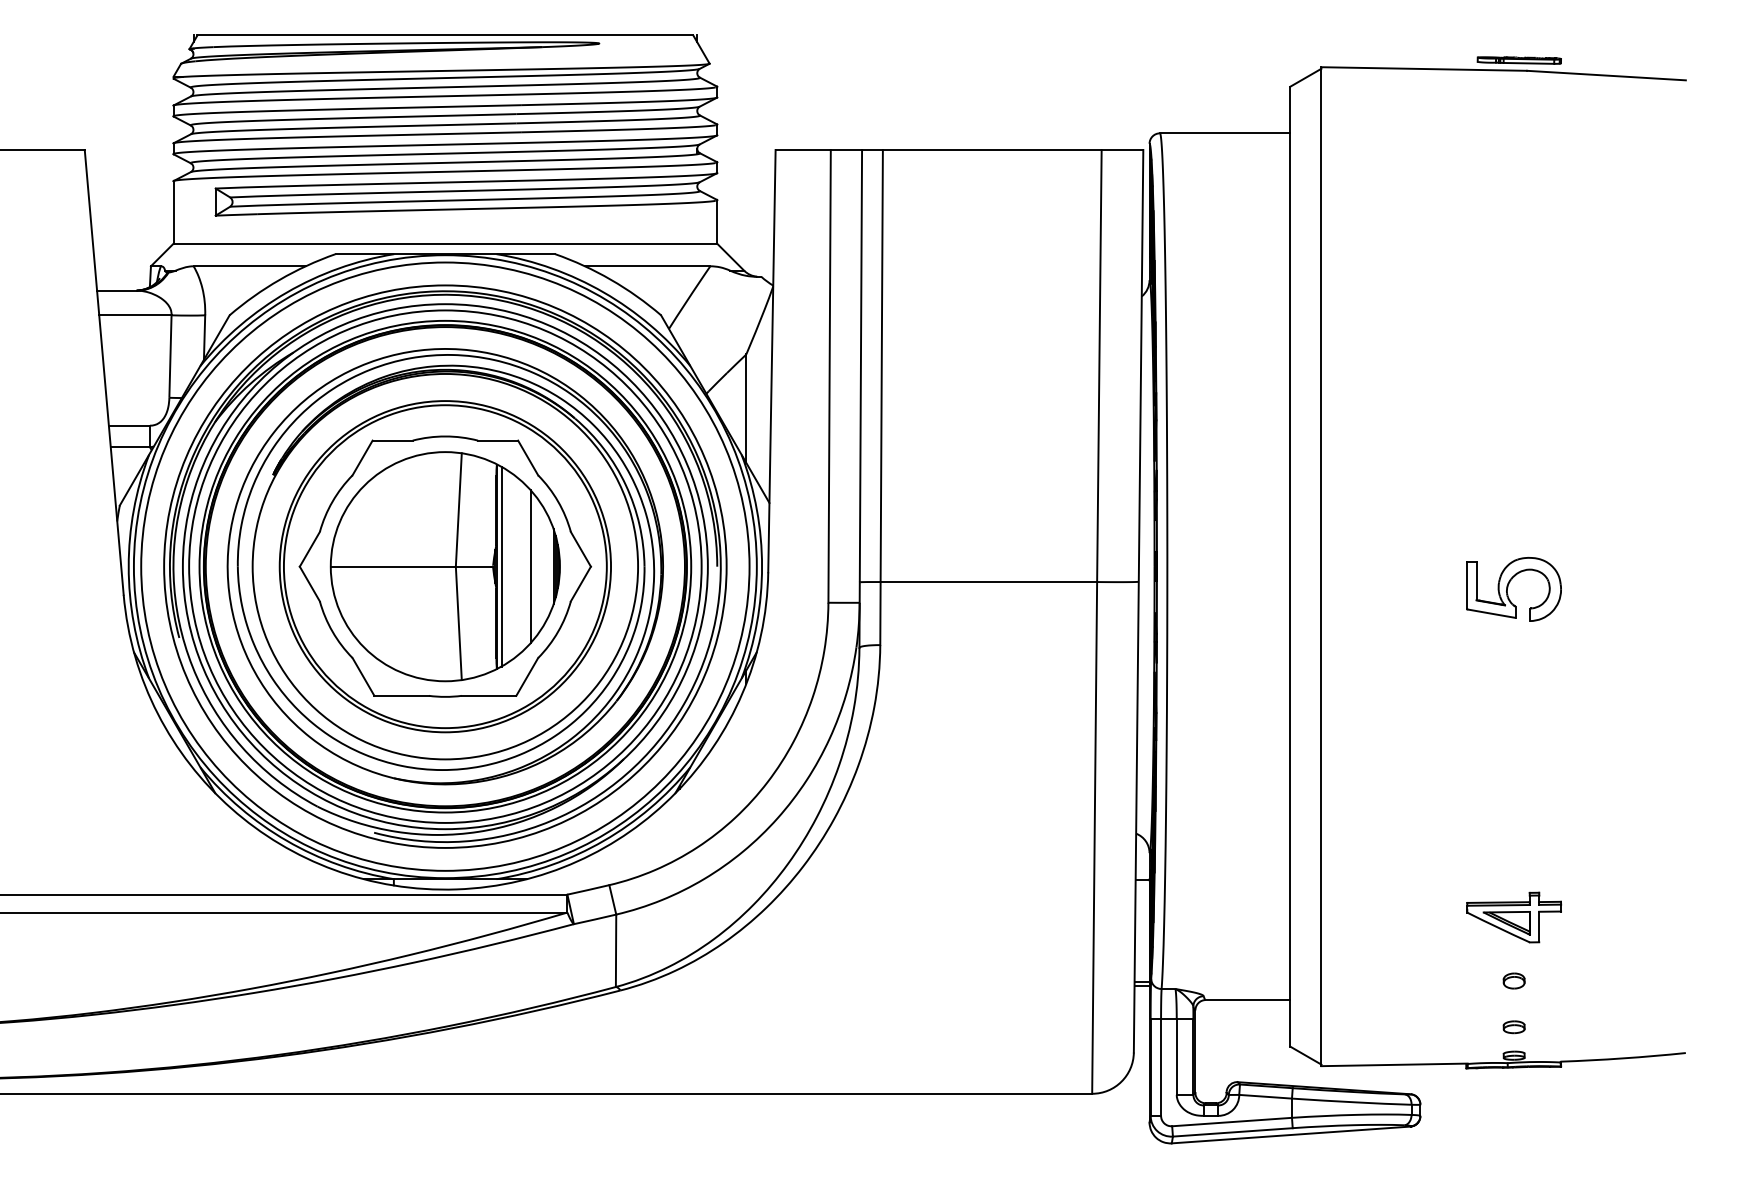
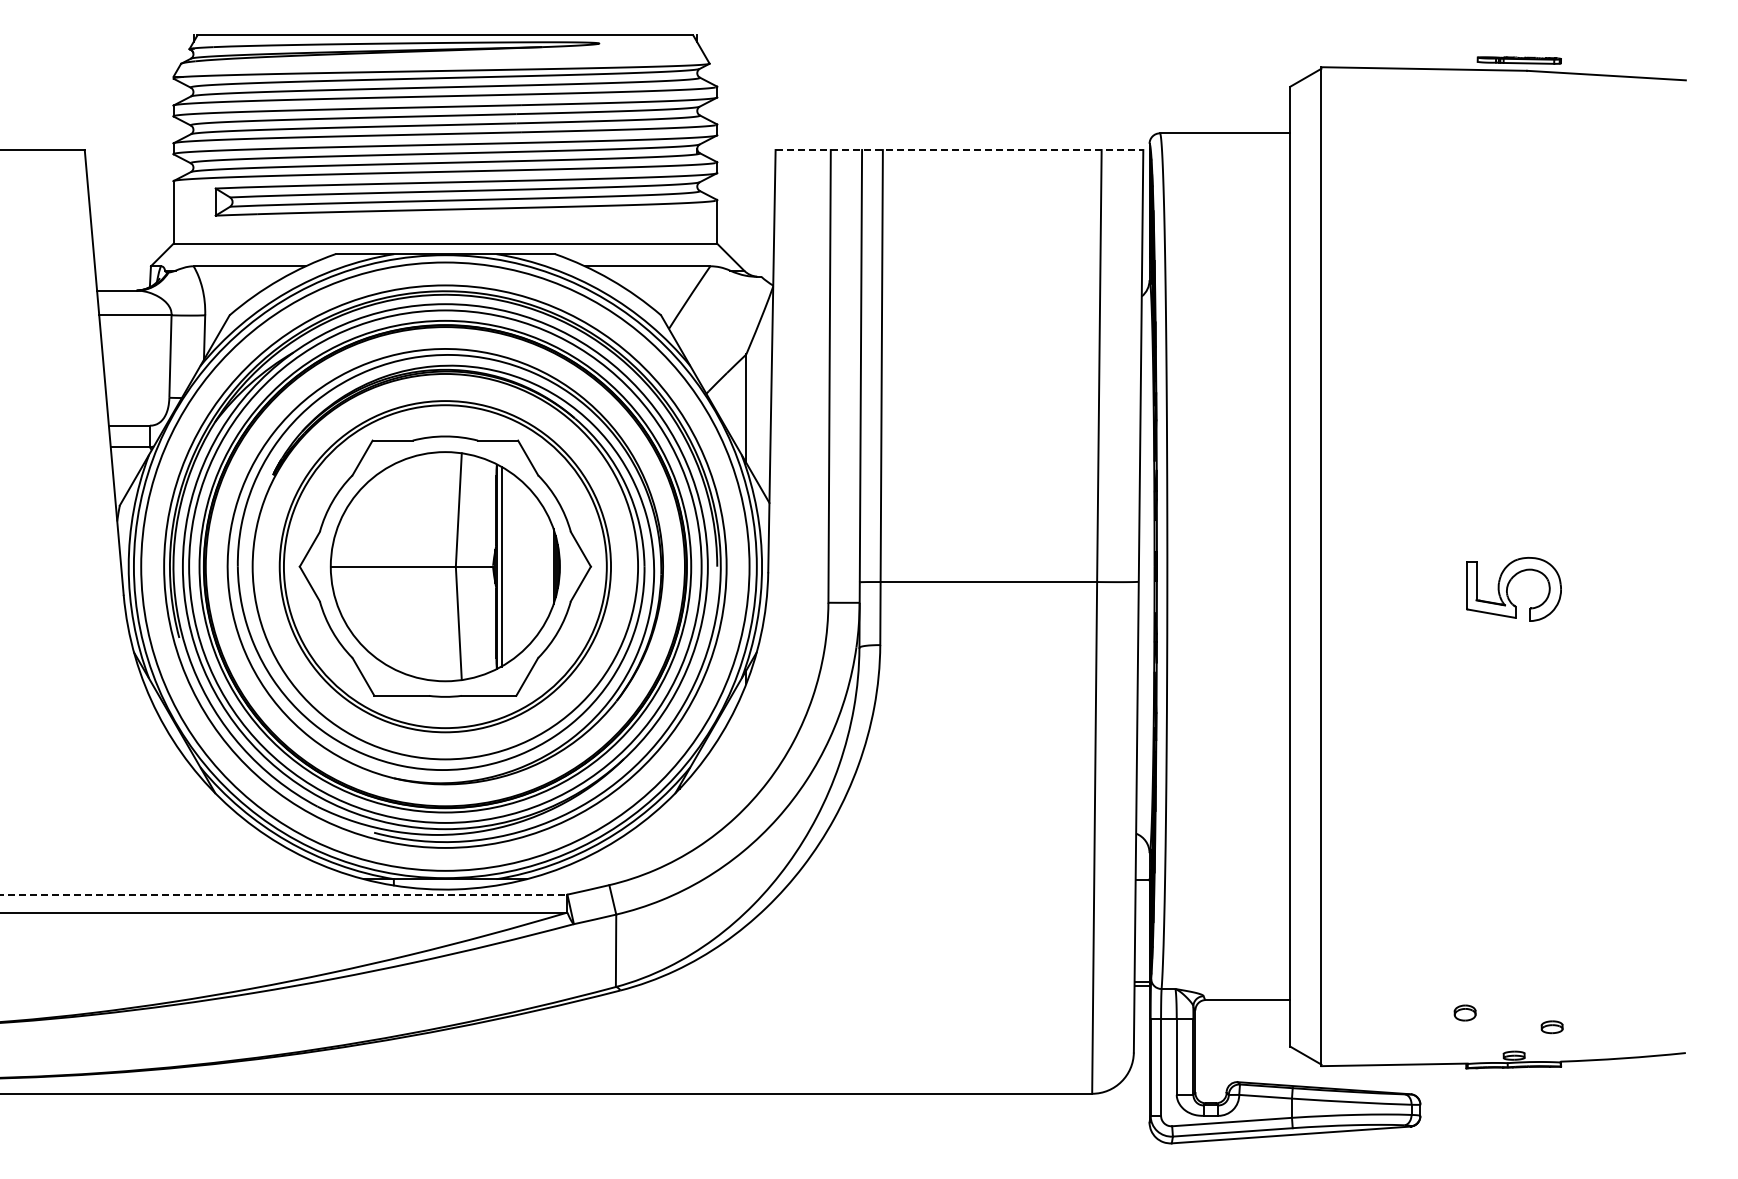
line at (959, 150): solid -> dashed
line at (530, 566): present -> none
line at (284, 894): solid -> dashed
part at (1514, 917): present -> none
part at (1513, 980) position: (1513, 980) -> (1464, 1012)
part at (1513, 1027) position: (1513, 1027) -> (1551, 1027)
